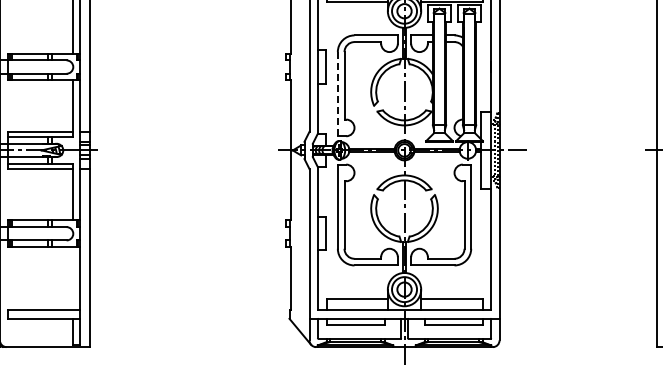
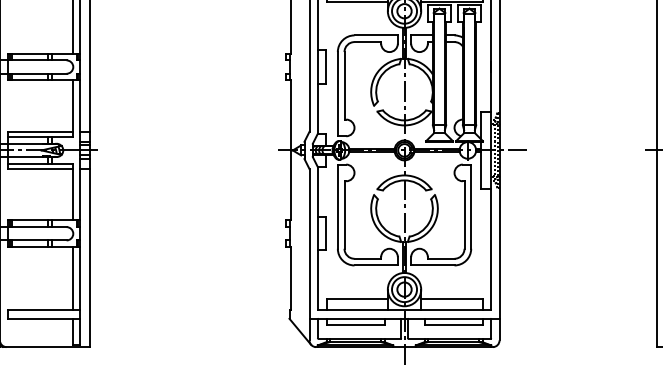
line at (337, 93): dashed -> solid
line at (73, 278): none -> present
